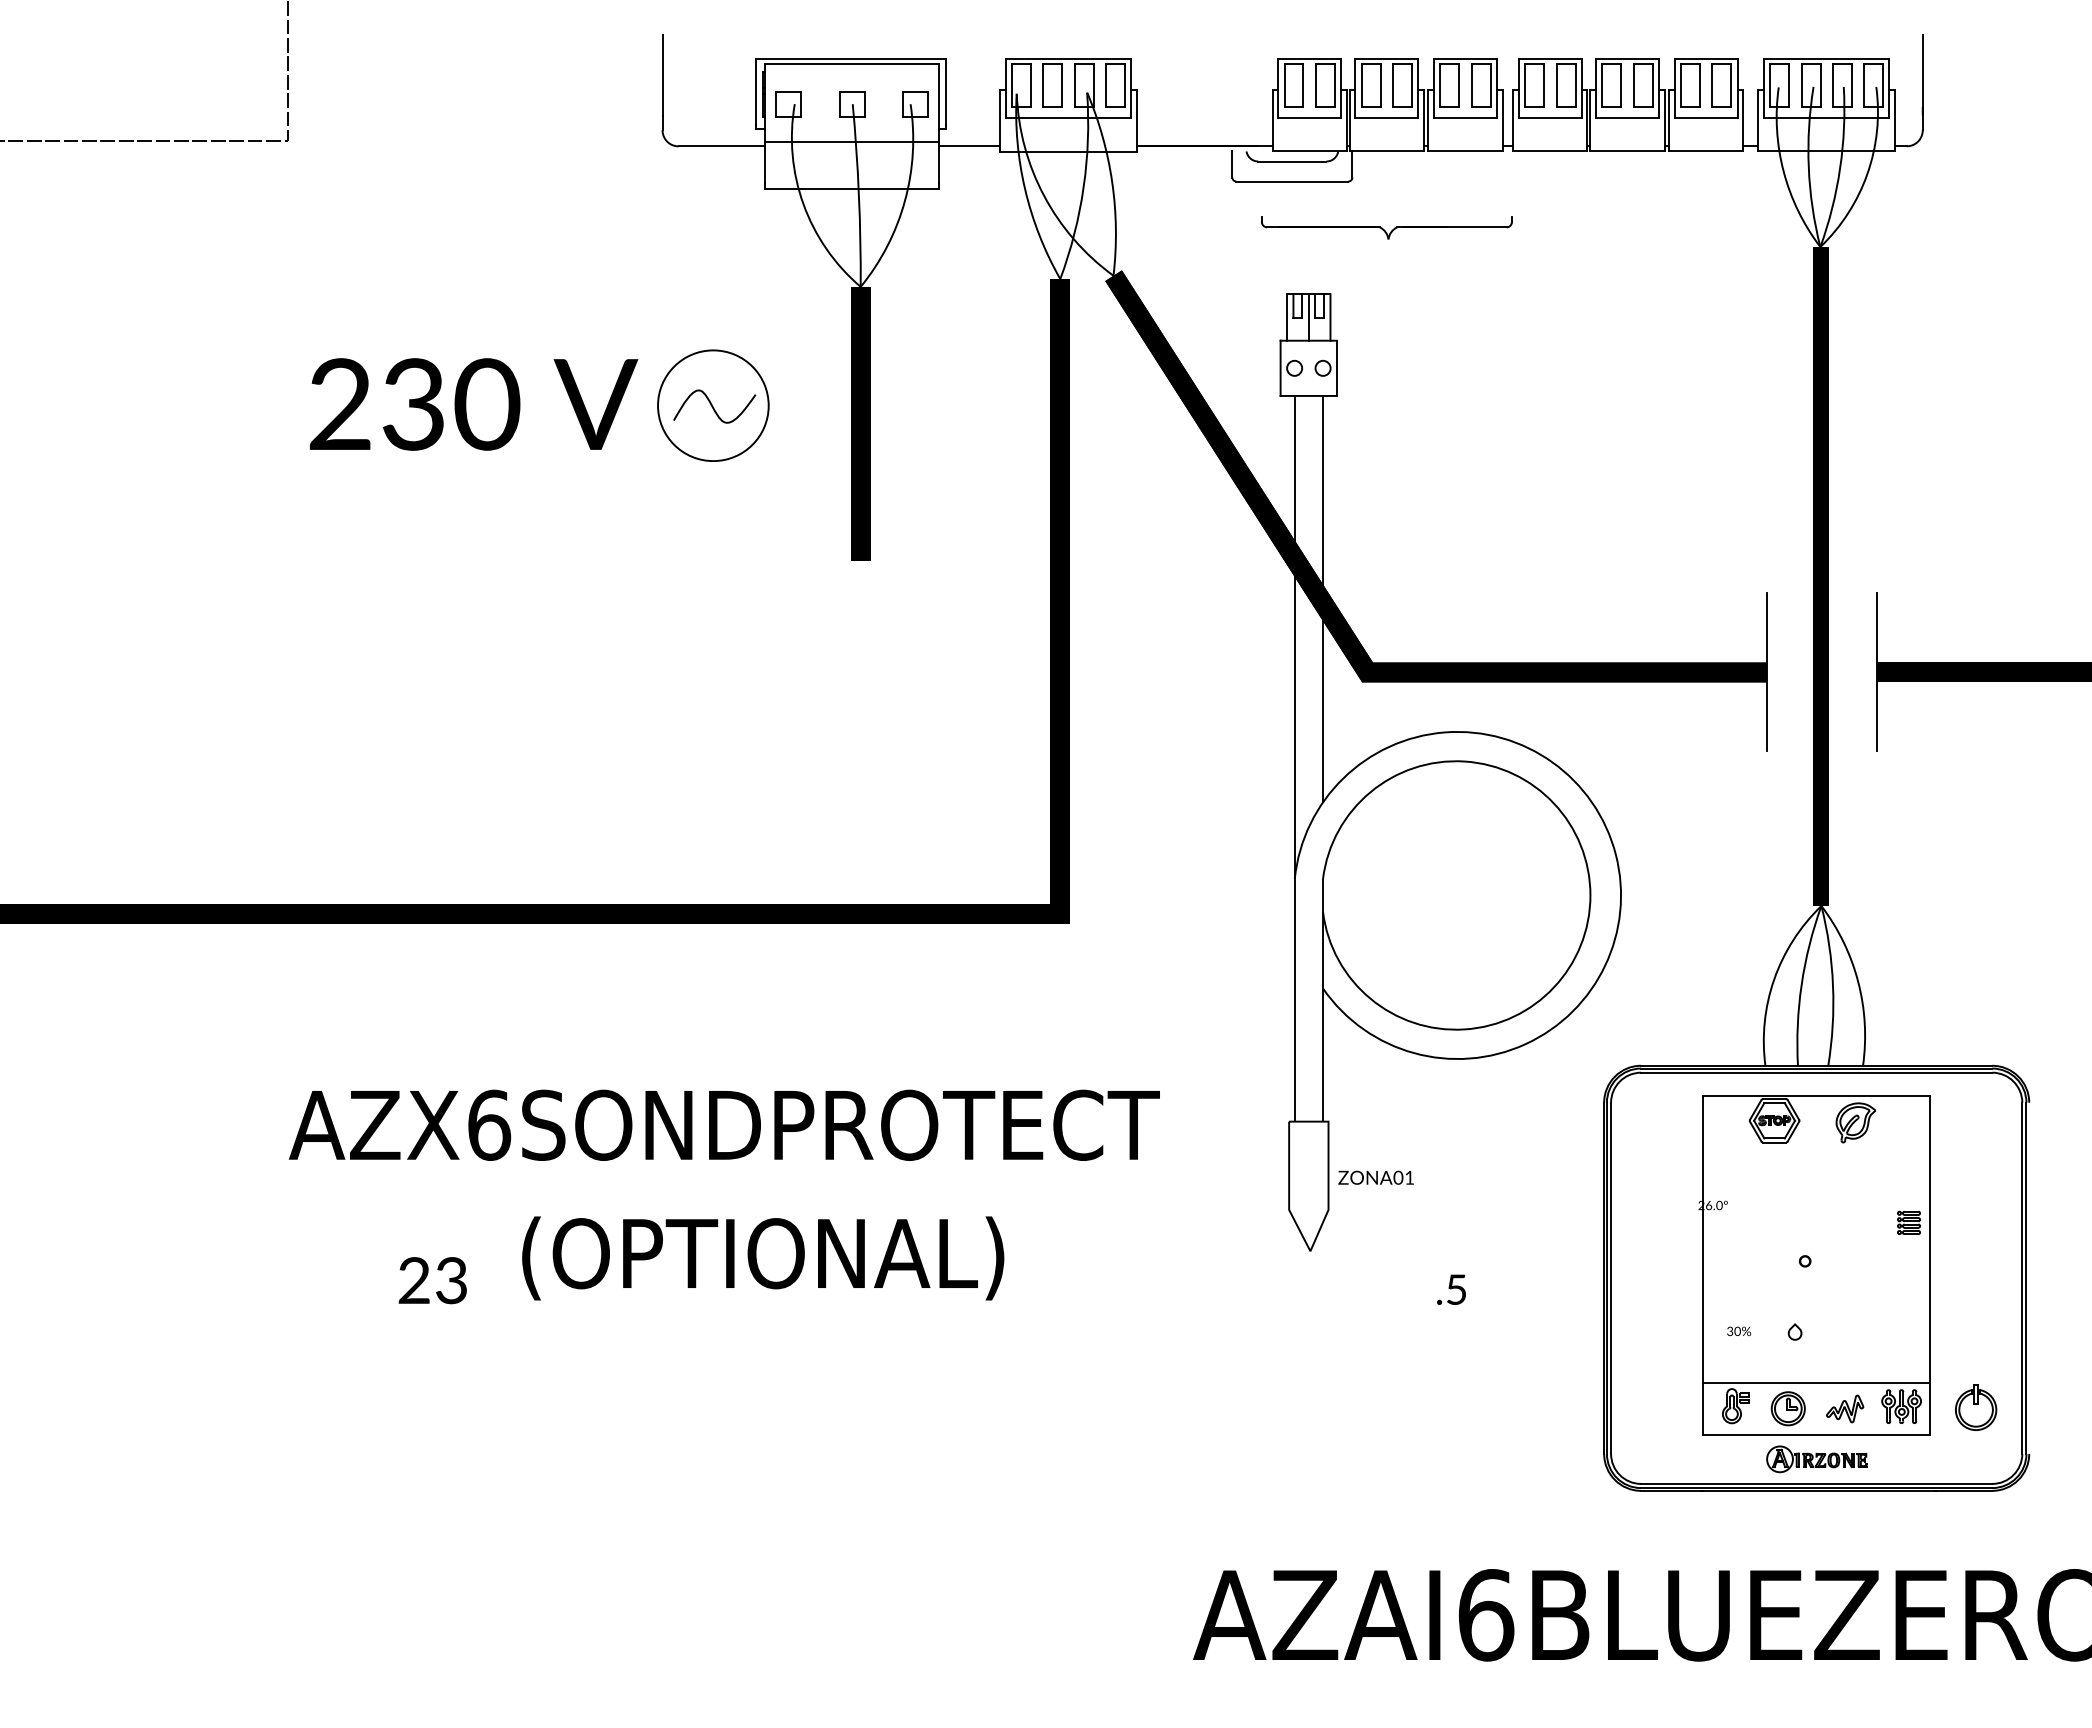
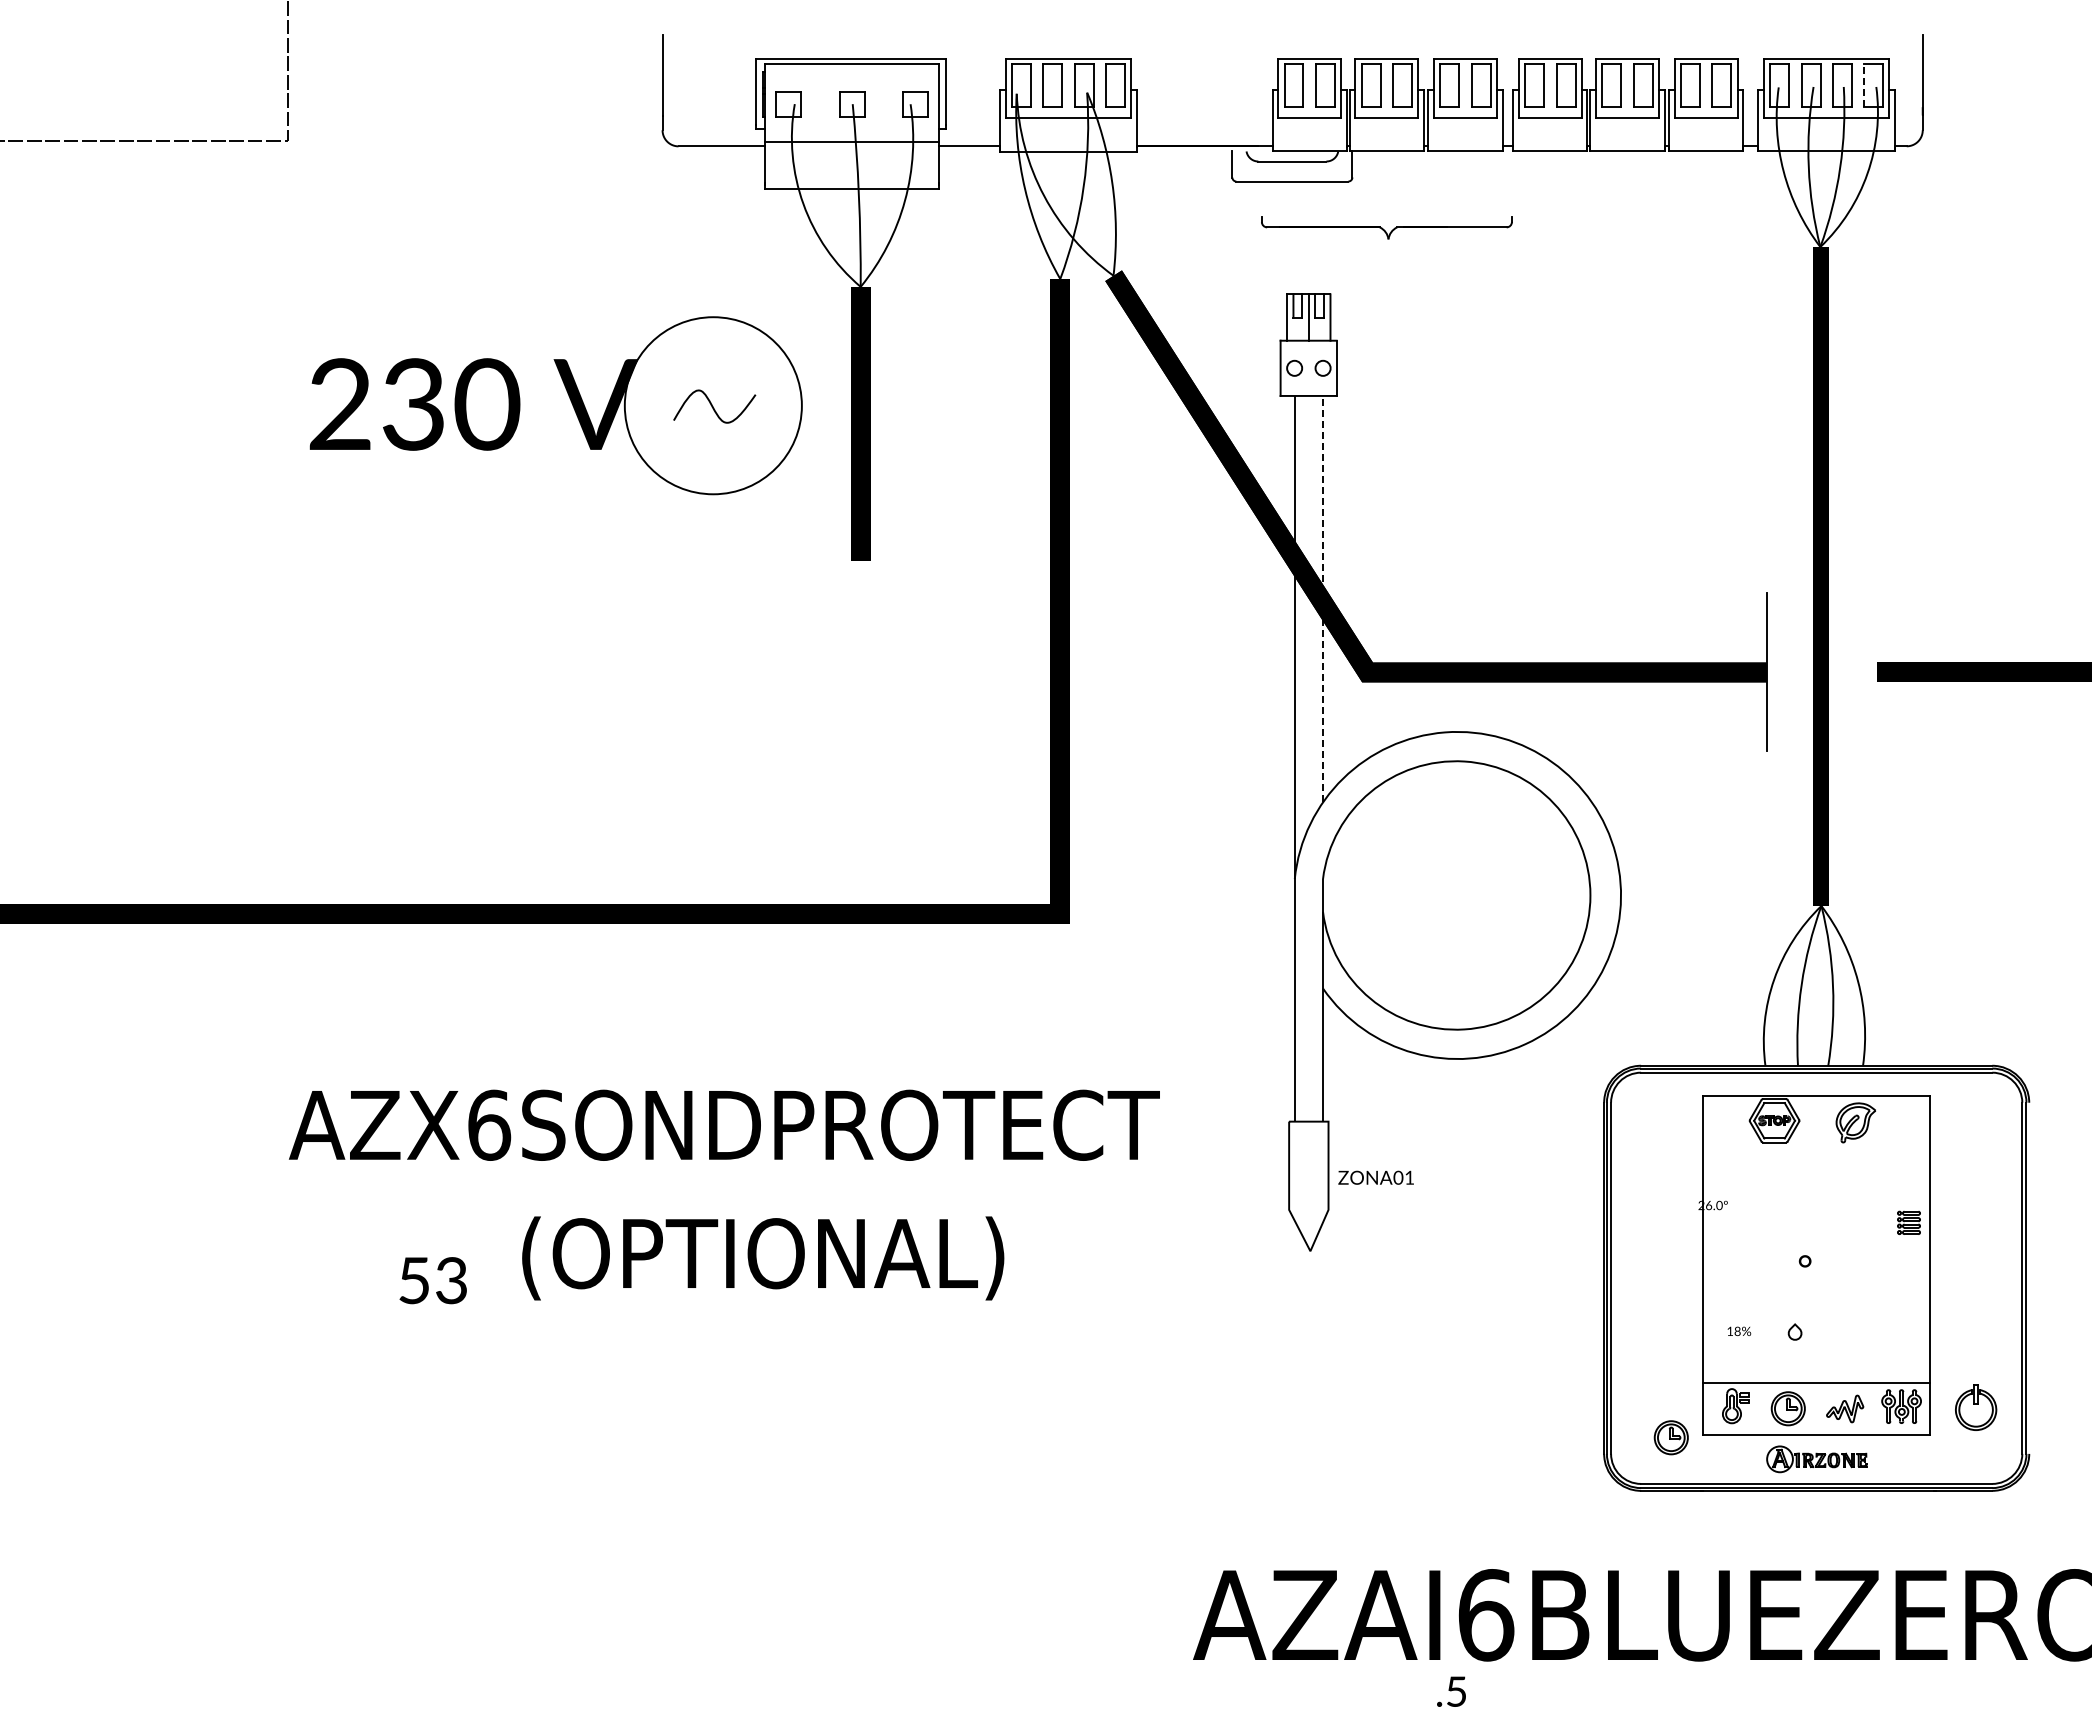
line at (1864, 85): solid -> dashed
circle at (713, 405) diameter: 111 px -> 177 px
line at (1323, 598): solid -> dashed
line at (1877, 672): present -> none
text at (413, 1280): 23 -> 53
text at (1451, 1289) position: (1451, 1289) -> (1451, 1691)
text at (1733, 1330): 30% -> 18%
part at (1670, 1437): none -> present
